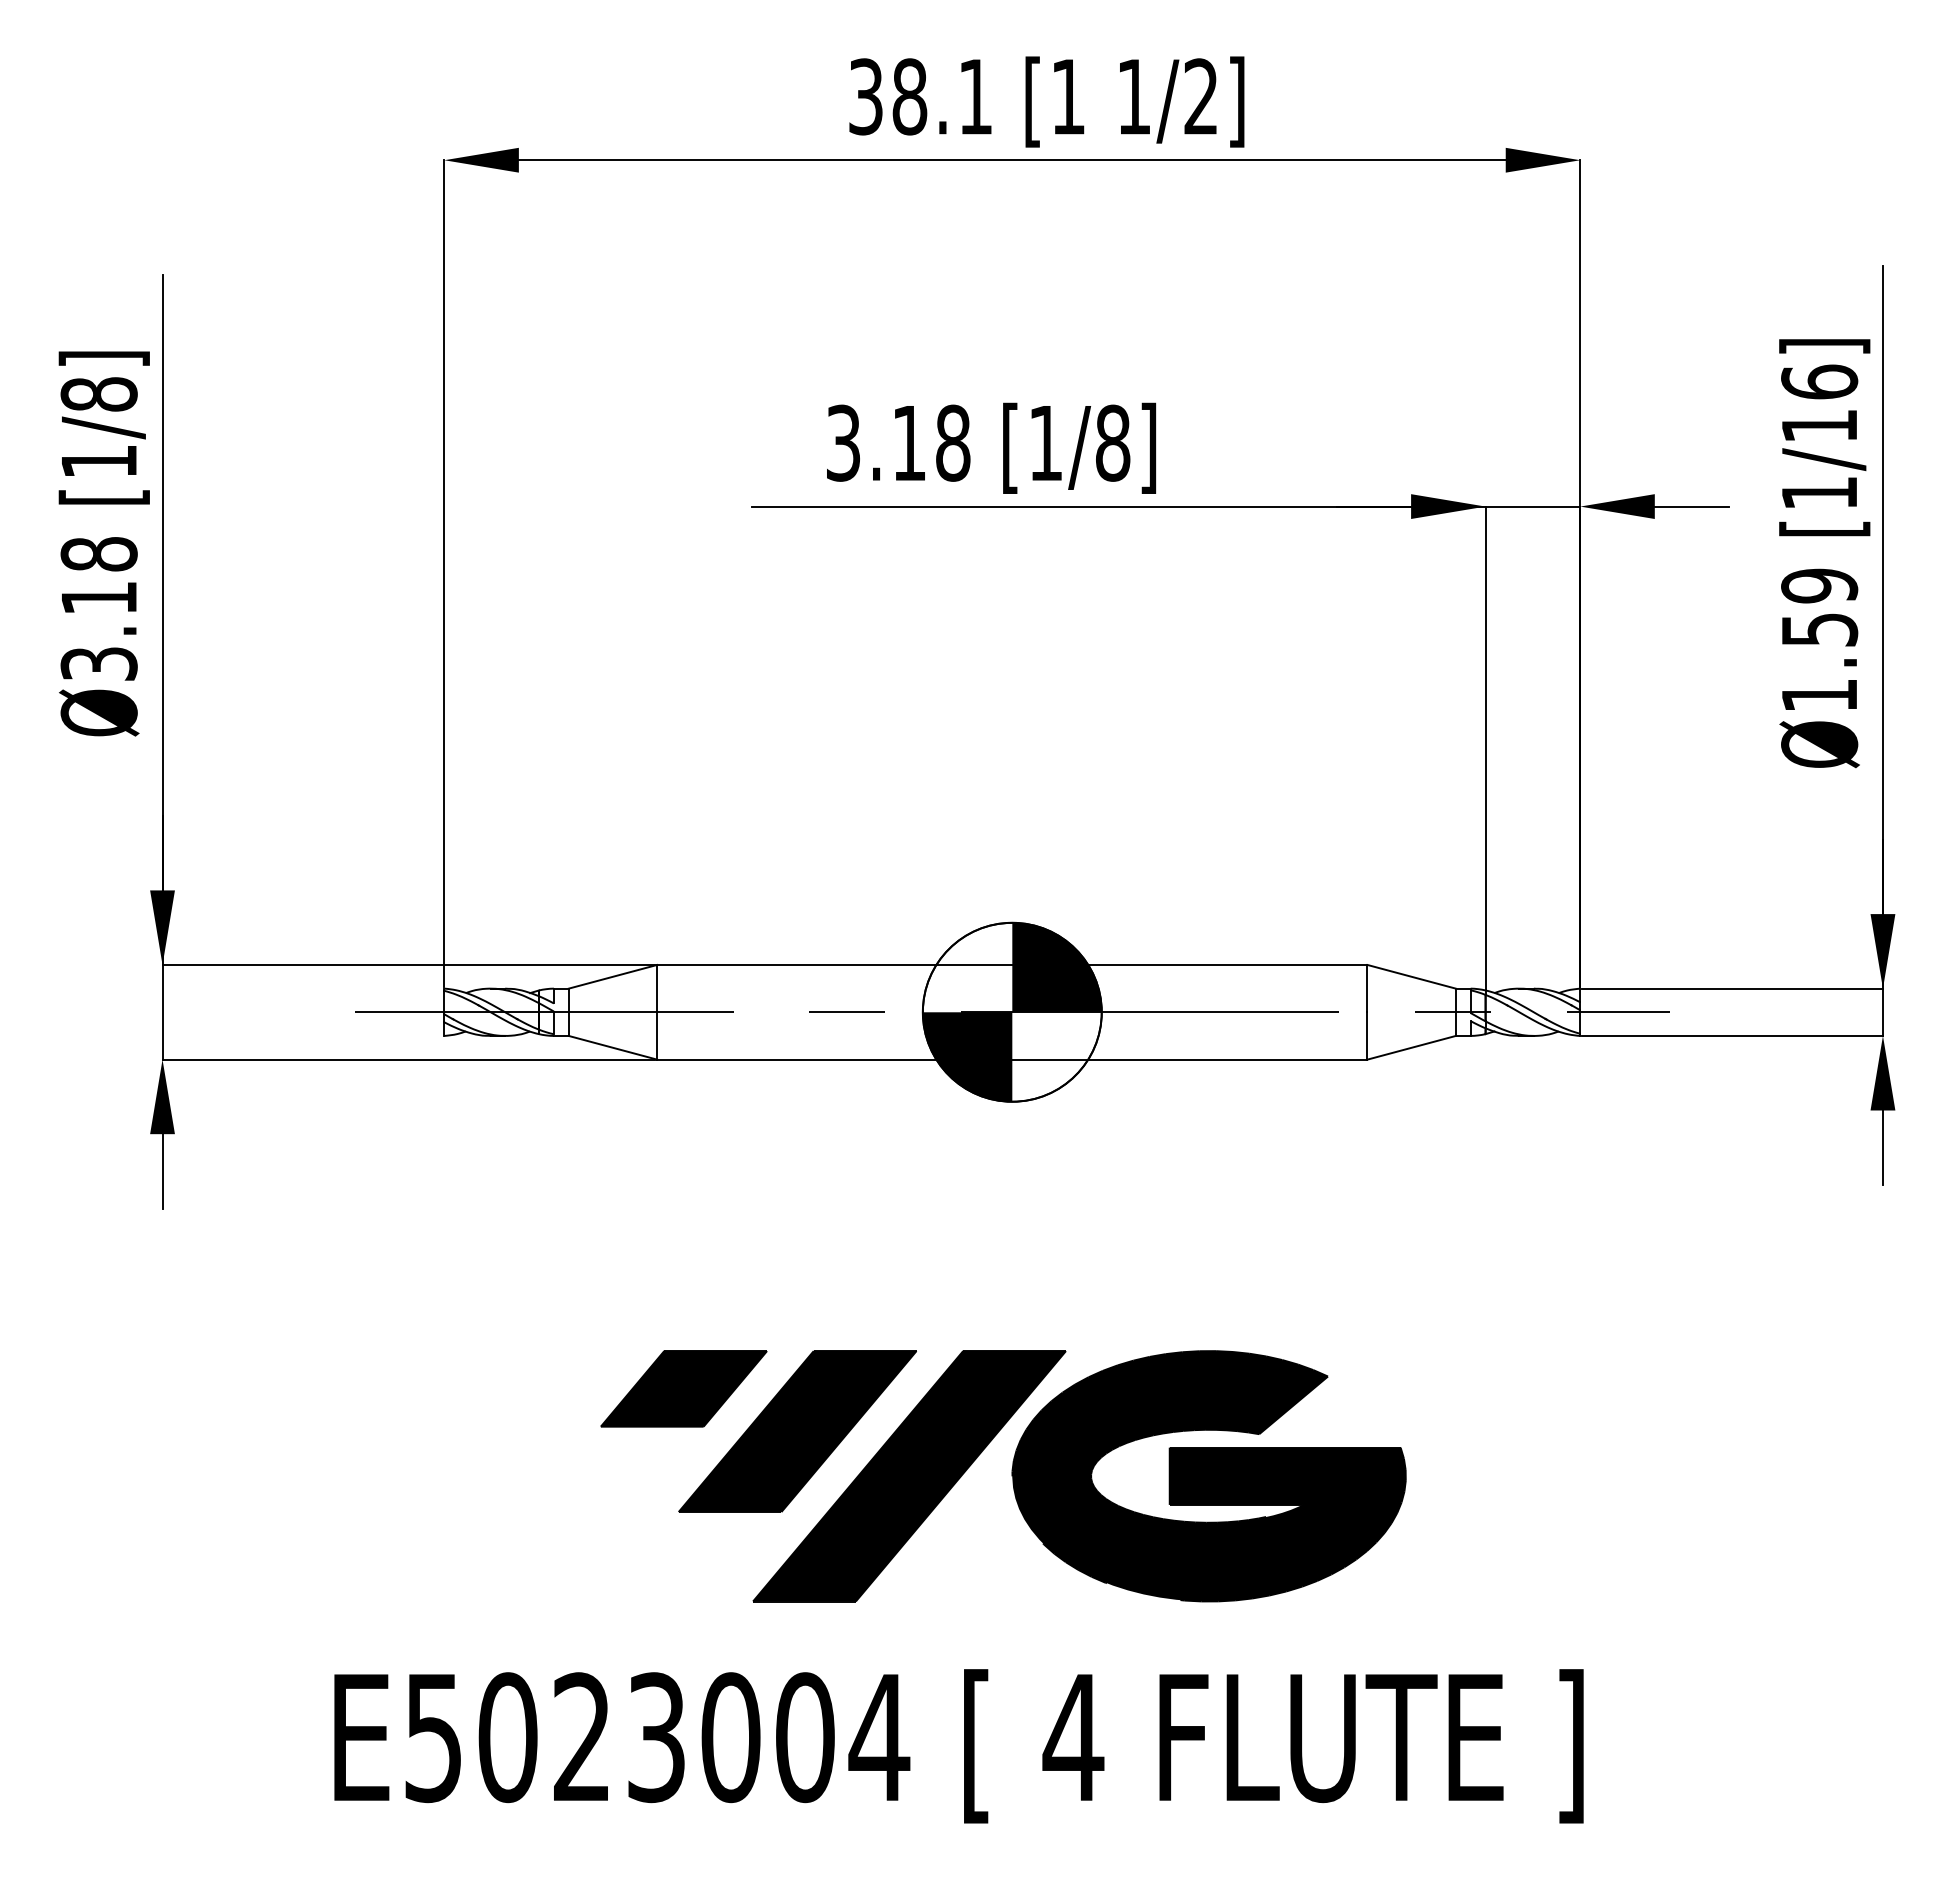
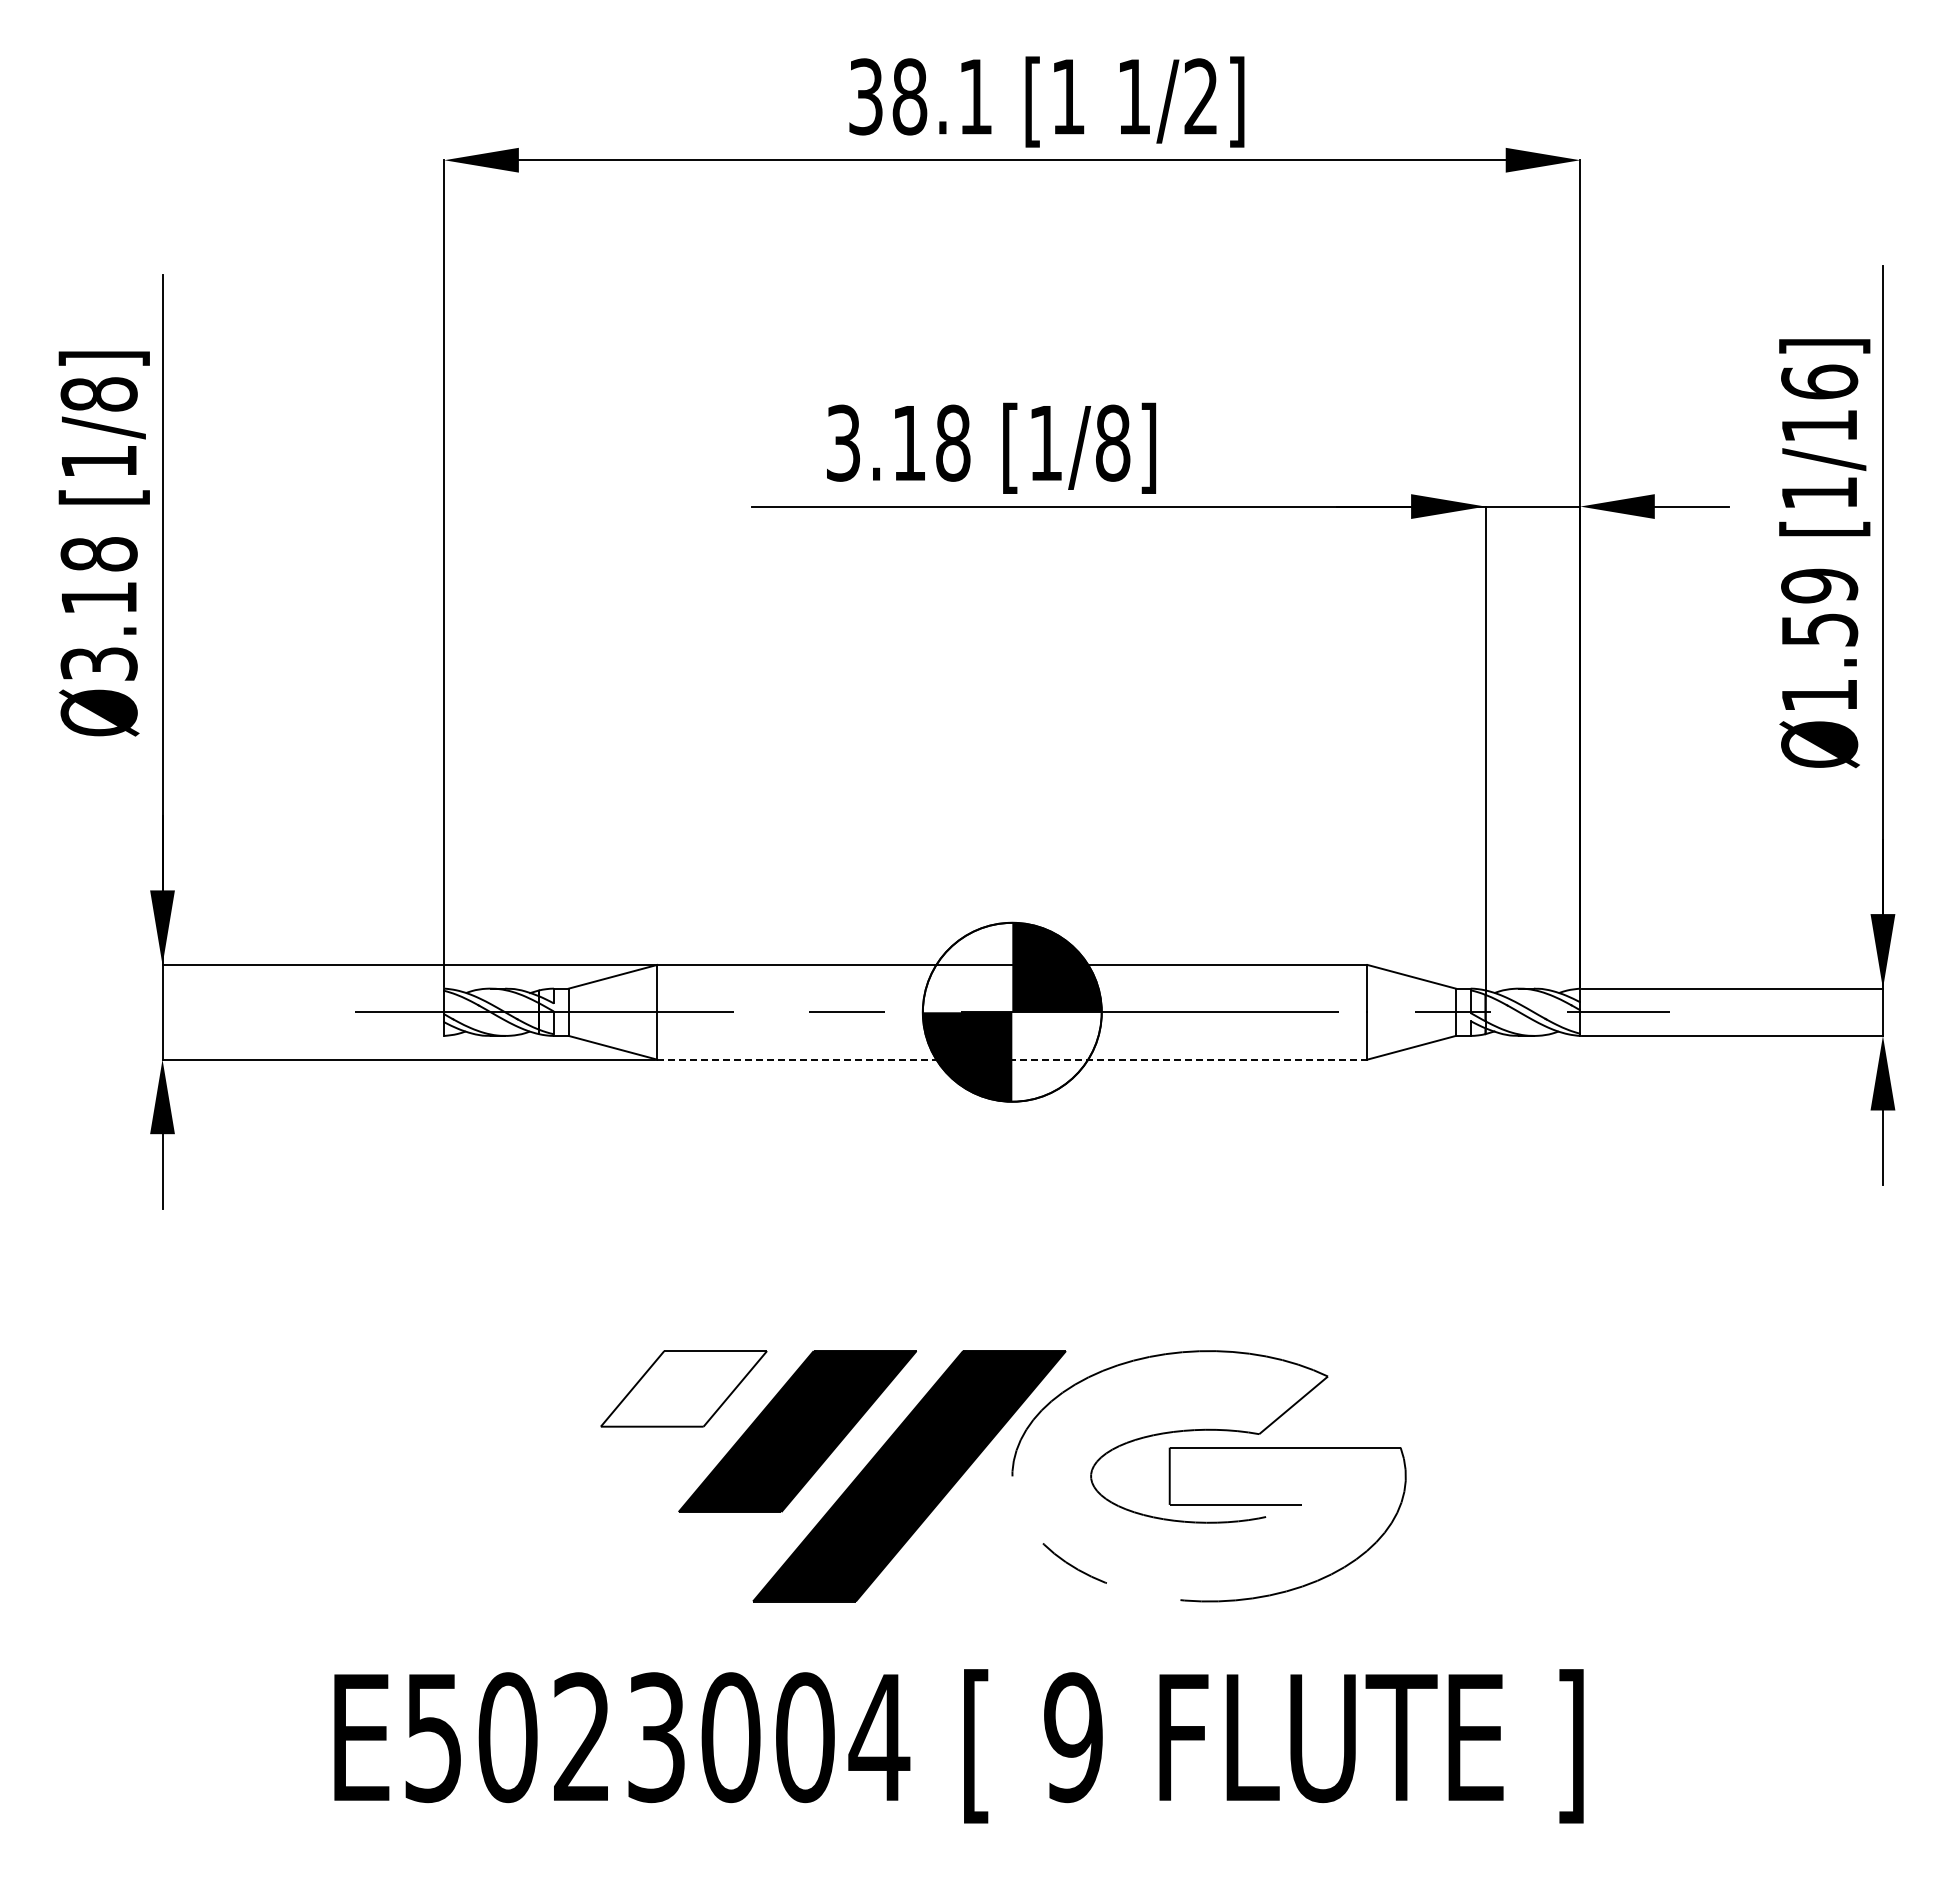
line at (1012, 1059): solid -> dashed
fill at (683, 1388): present -> none
fill at (1208, 1476): present -> none
text at (1073, 1737): 4 -> 9
